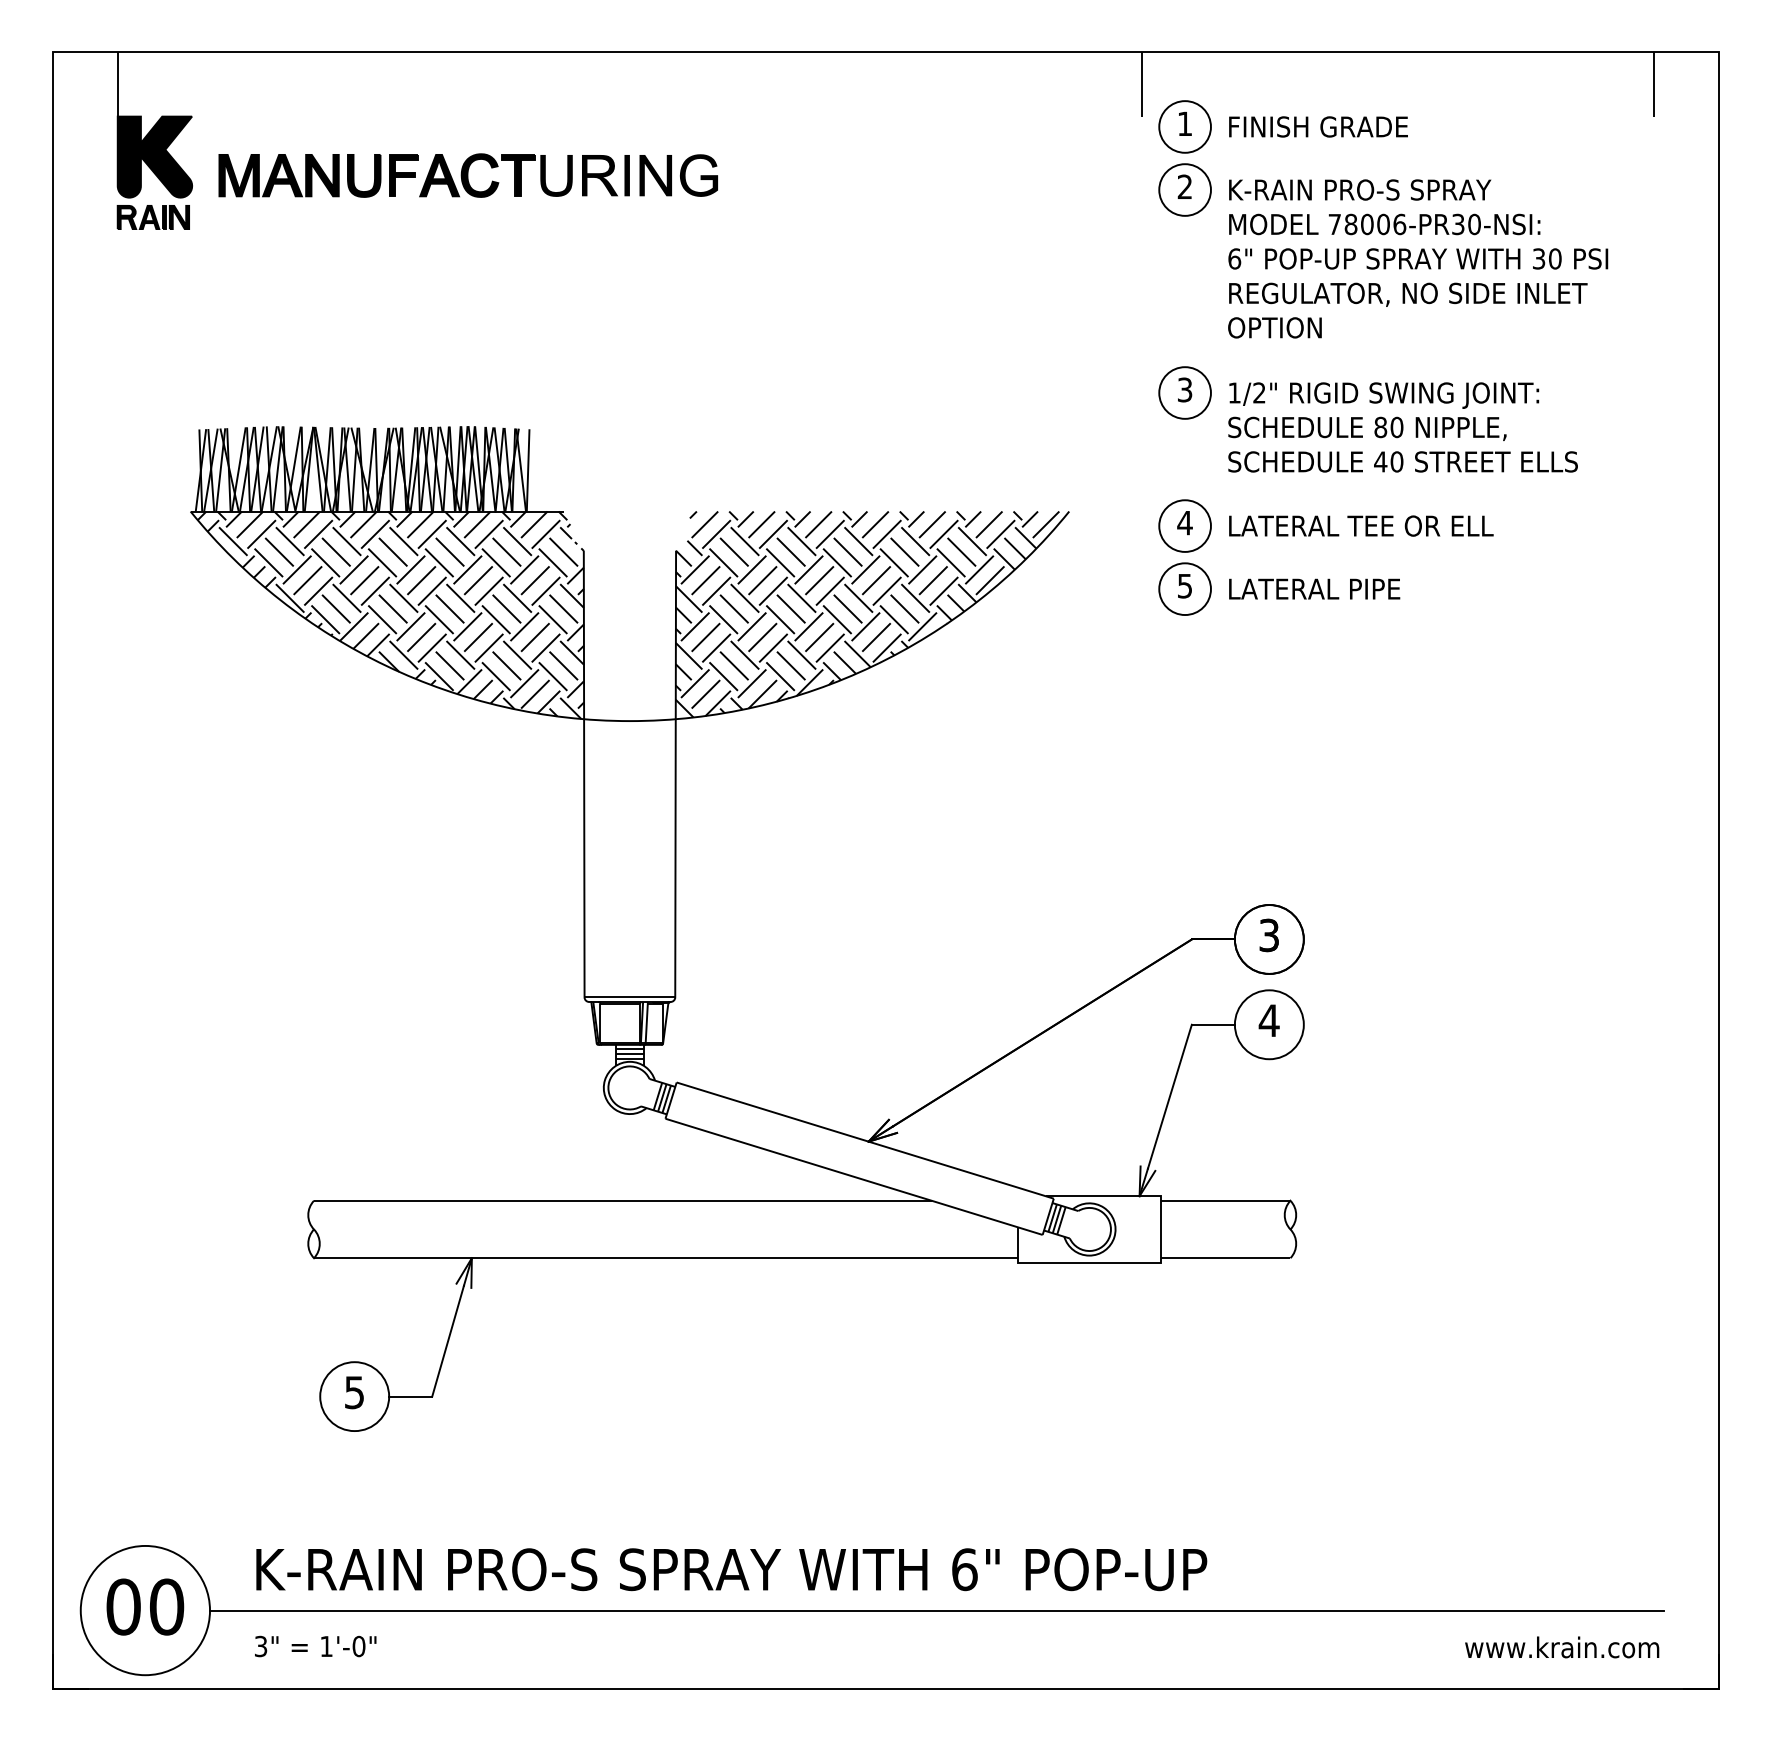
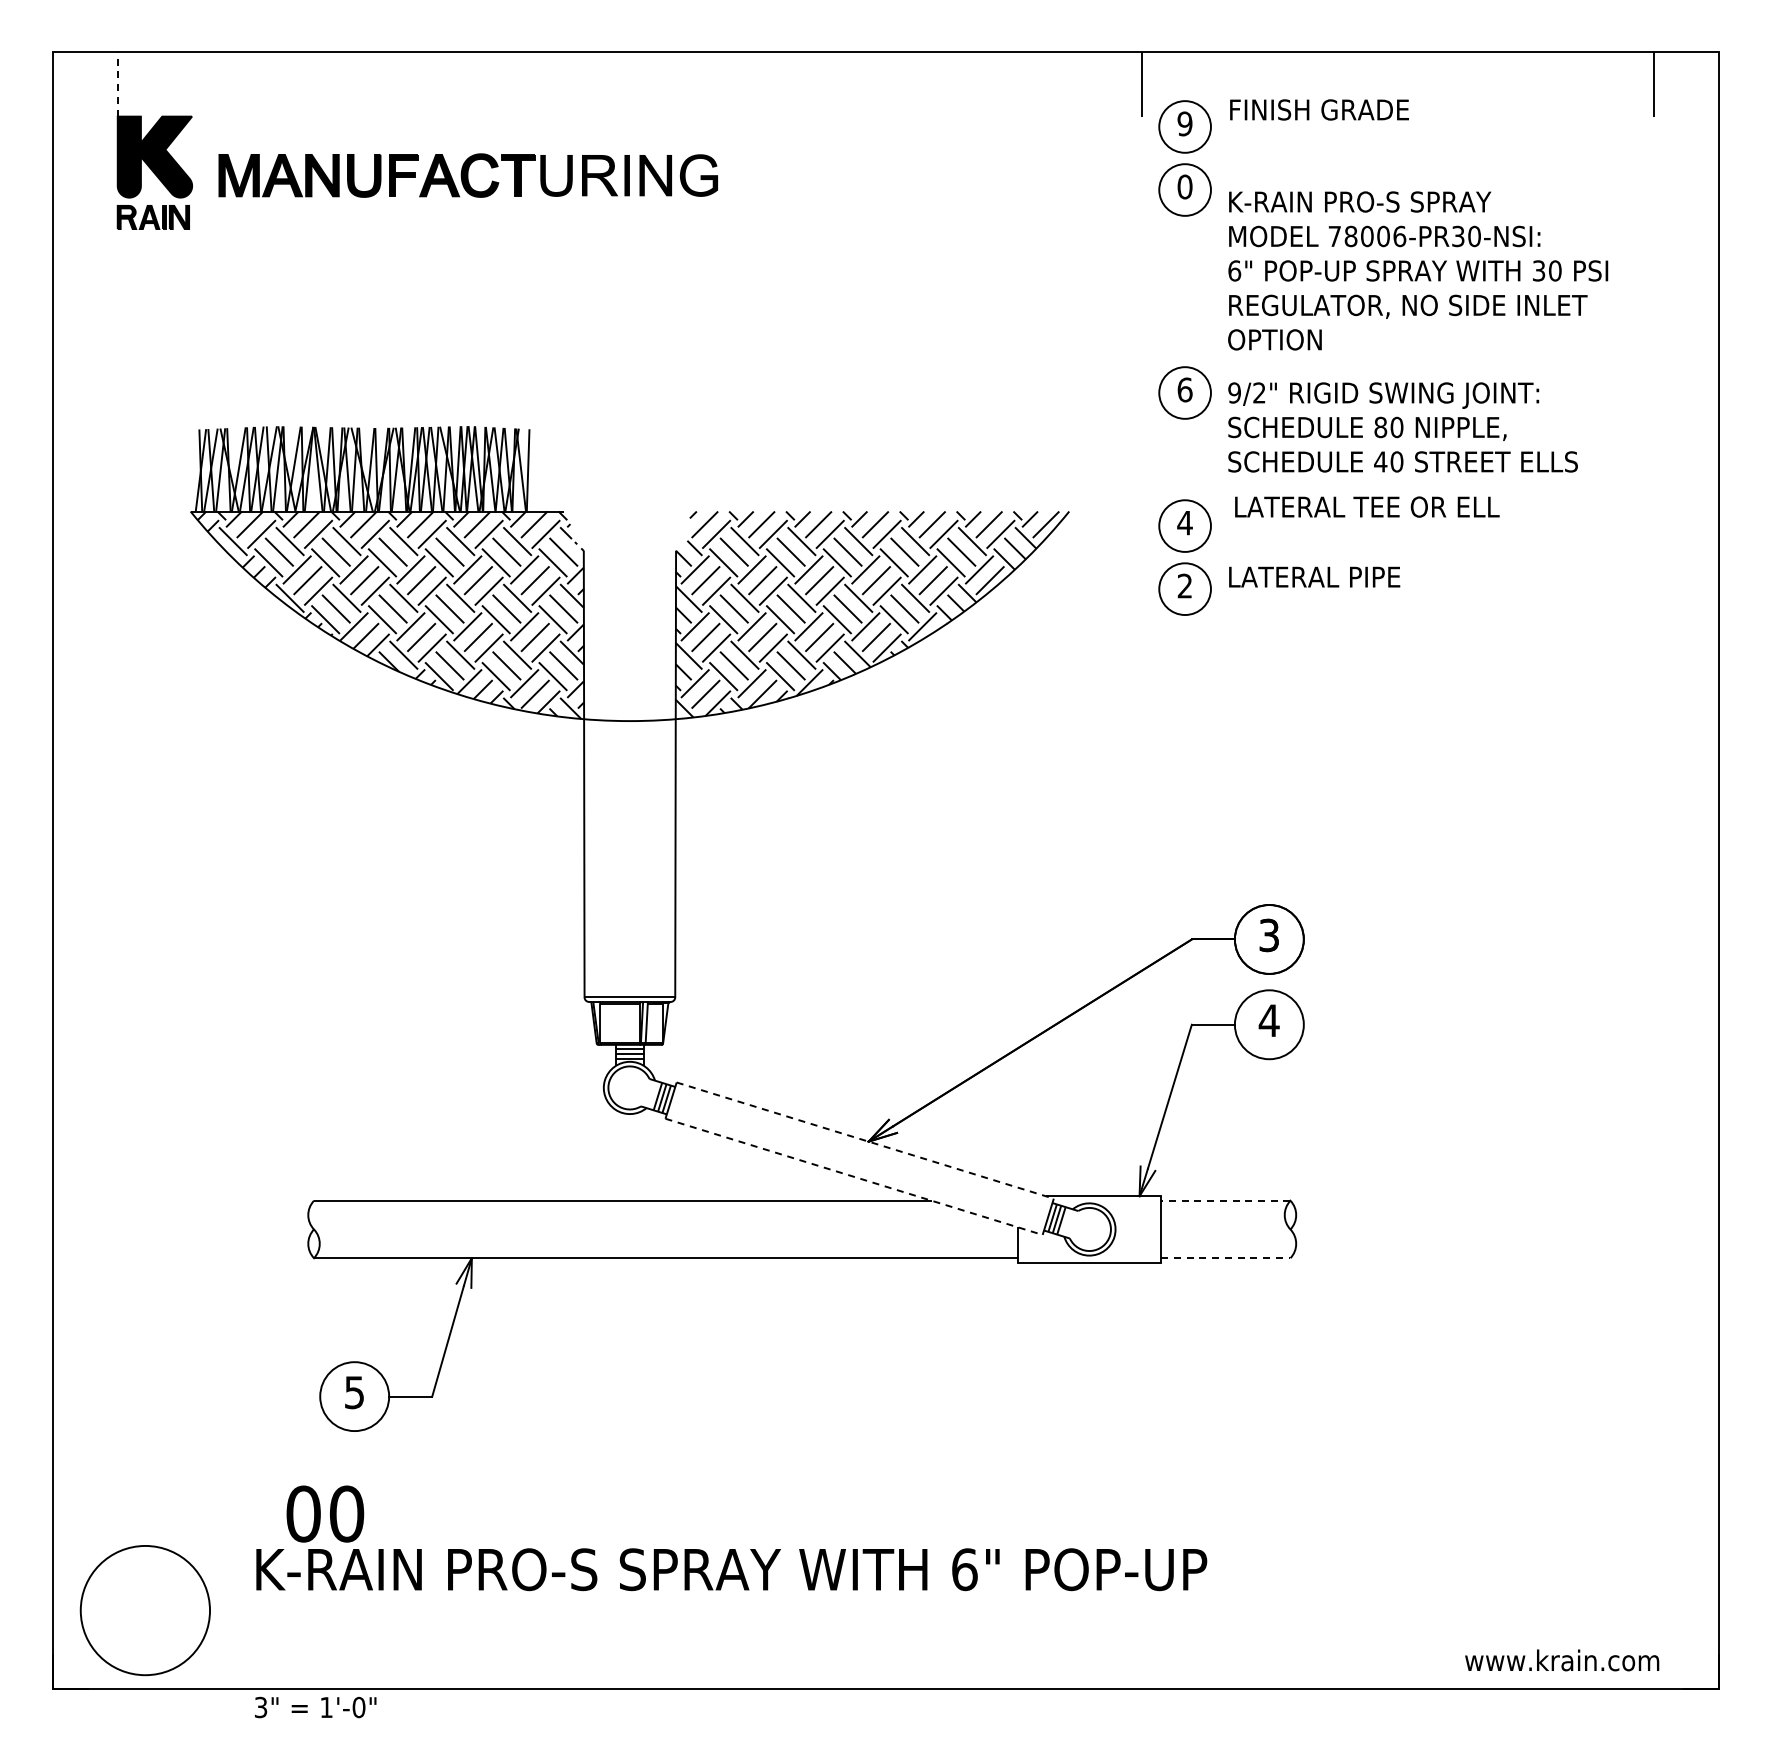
line at (117, 83): solid -> dashed
text at (1184, 123): 1 -> 9
text at (1318, 126) position: (1318, 126) -> (1319, 109)
text at (1184, 186): 2 -> 0
text at (1418, 258) position: (1418, 258) -> (1418, 270)
text at (1184, 389): 3 -> 6
text at (1234, 392): 1/2" -> 9/2"
text at (1361, 525) position: (1361, 525) -> (1367, 506)
text at (1184, 585): 5 -> 2
text at (1314, 588) position: (1314, 588) -> (1314, 576)
line at (865, 1140): solid -> dashed
line at (854, 1176): solid -> dashed
line at (1225, 1200): solid -> dashed
line at (1225, 1258): solid -> dashed
text at (145, 1606) position: (145, 1606) -> (325, 1513)
line at (936, 1610): present -> none
text at (315, 1646) position: (315, 1646) -> (315, 1707)
text at (1562, 1647) position: (1562, 1647) -> (1562, 1660)
